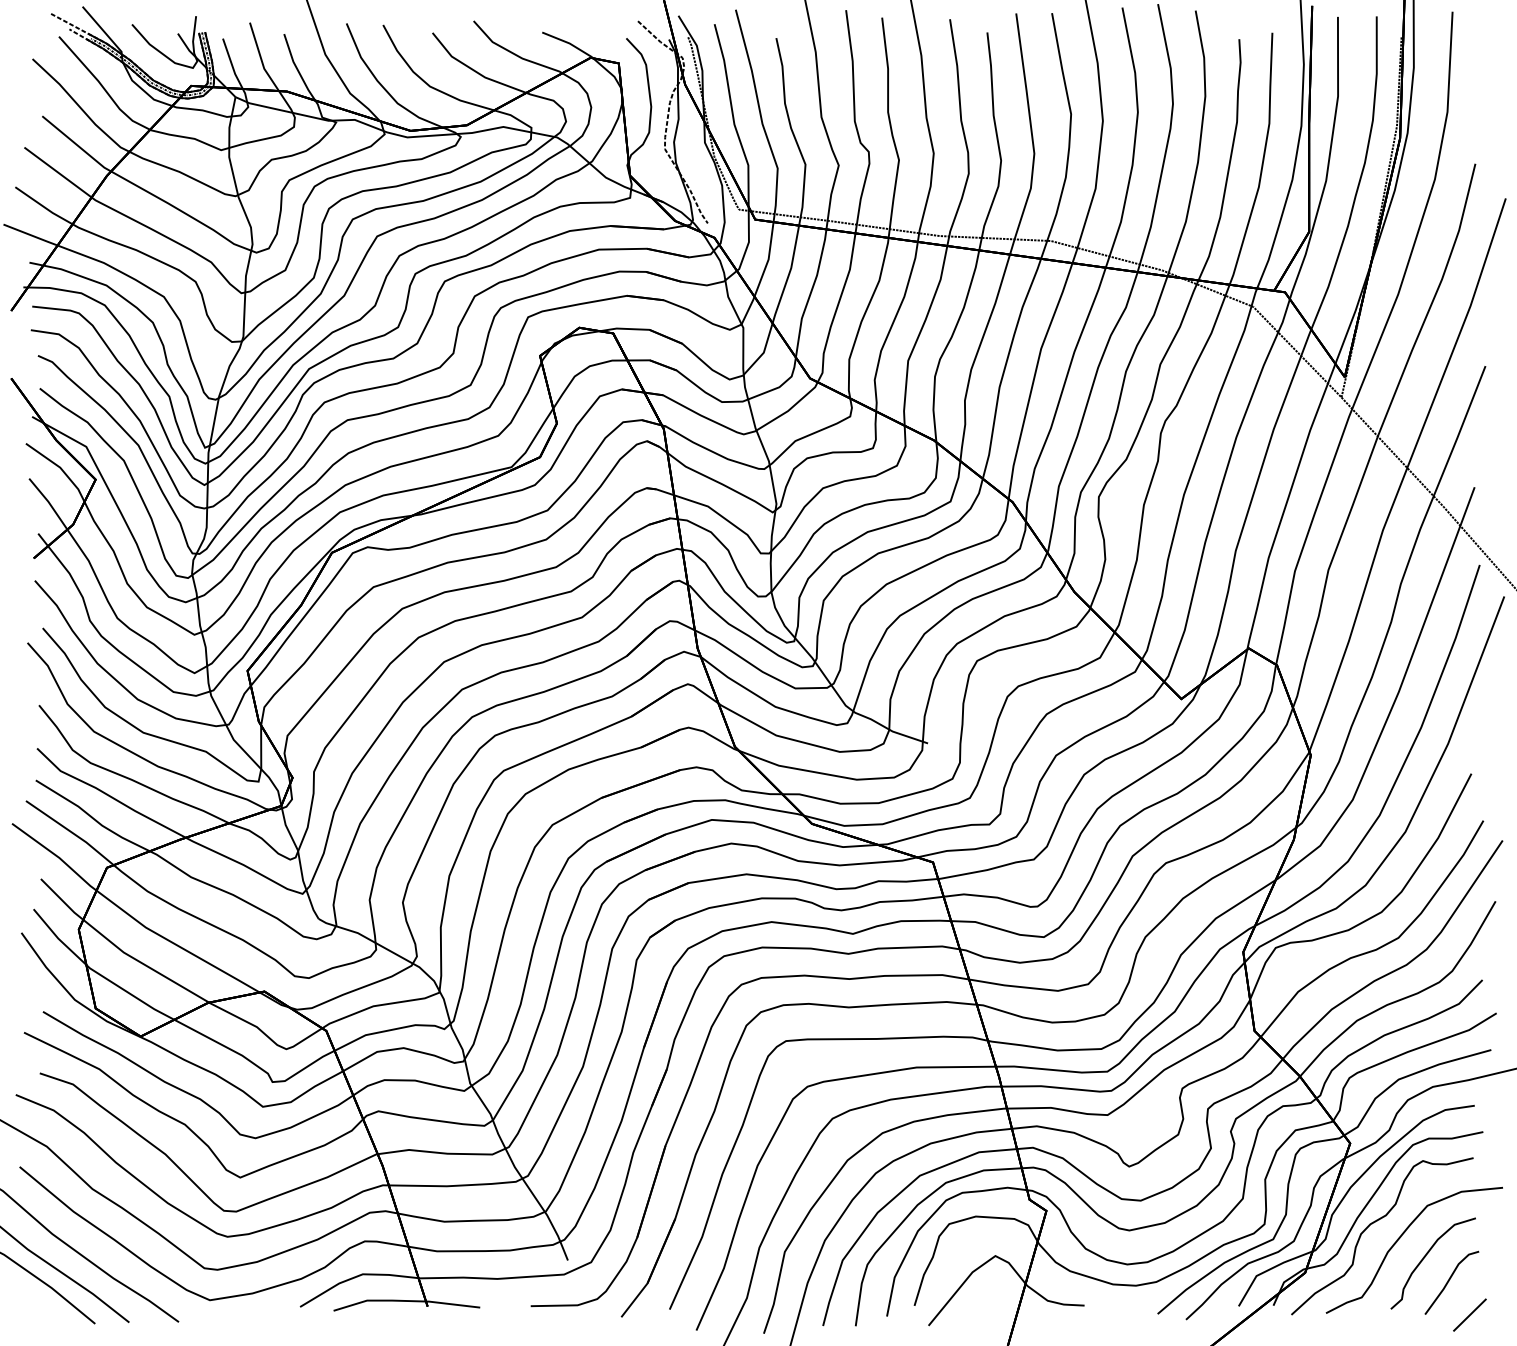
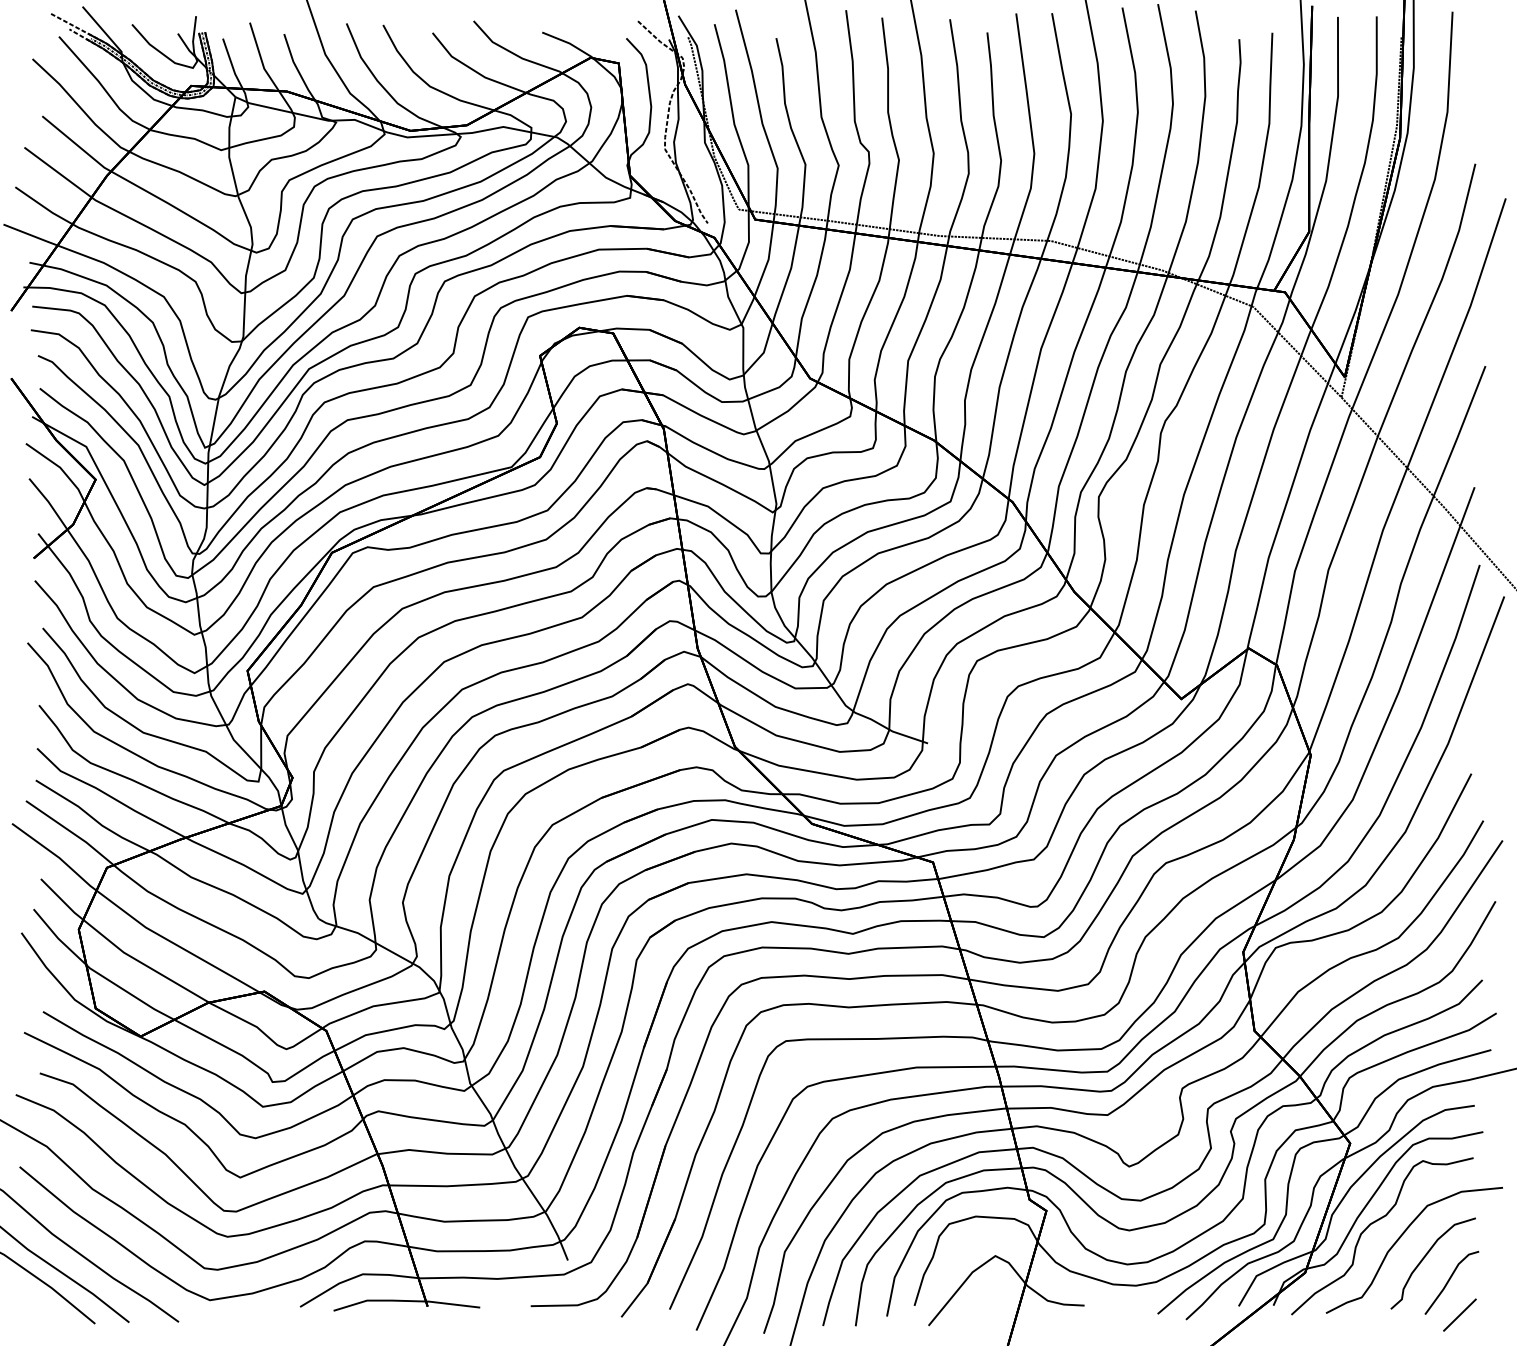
line at (1469, 1314) position: (1469, 1314) -> (1459, 1314)
